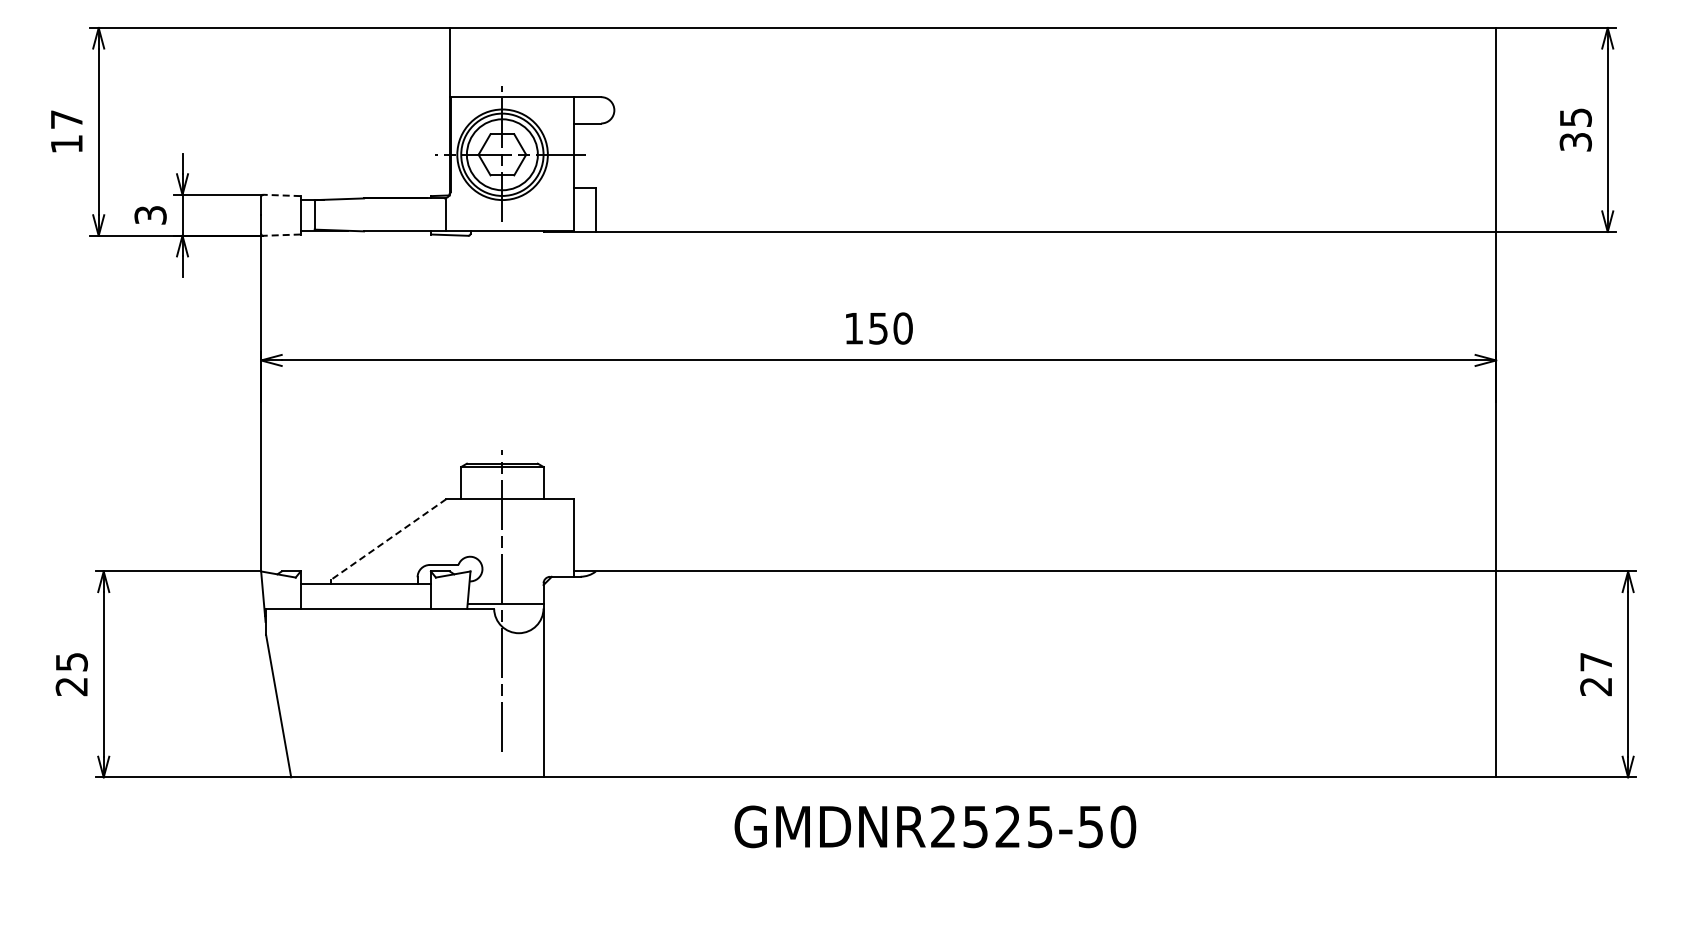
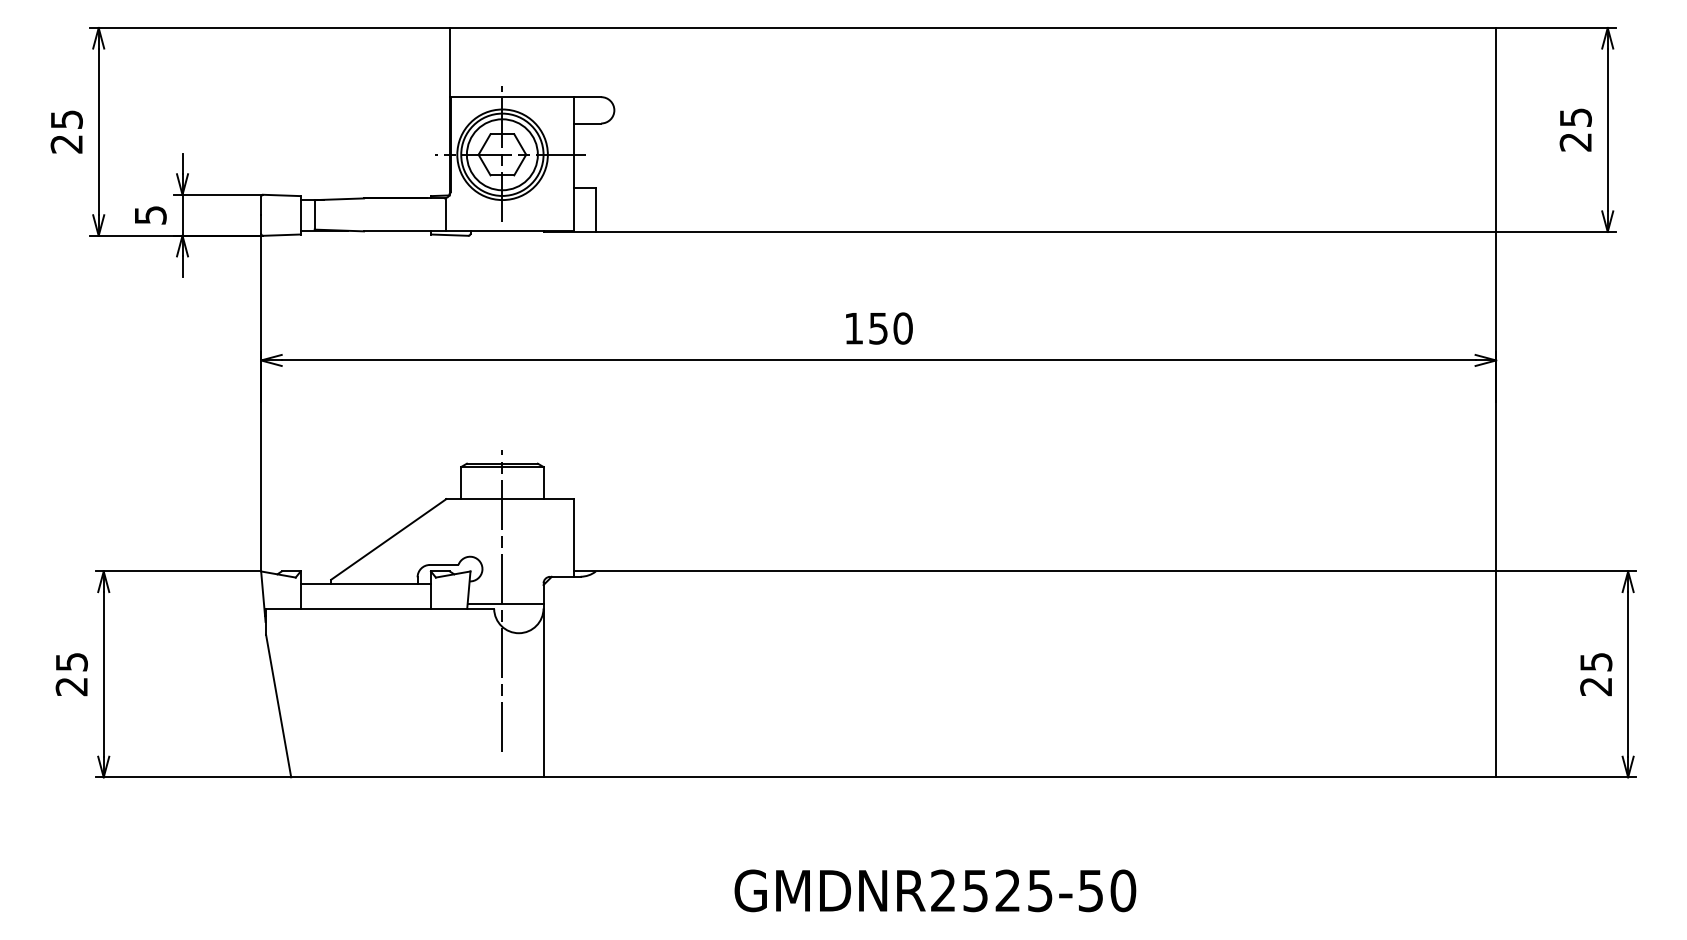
text at (66, 131): 17 -> 25
text at (1575, 142): 35 -> 25
line at (281, 195): dashed -> solid
text at (150, 215): 3 -> 5
line at (281, 235): dashed -> solid
line at (388, 539): dashed -> solid
text at (1596, 662): 27 -> 25
text at (935, 826) position: (935, 826) -> (935, 890)
